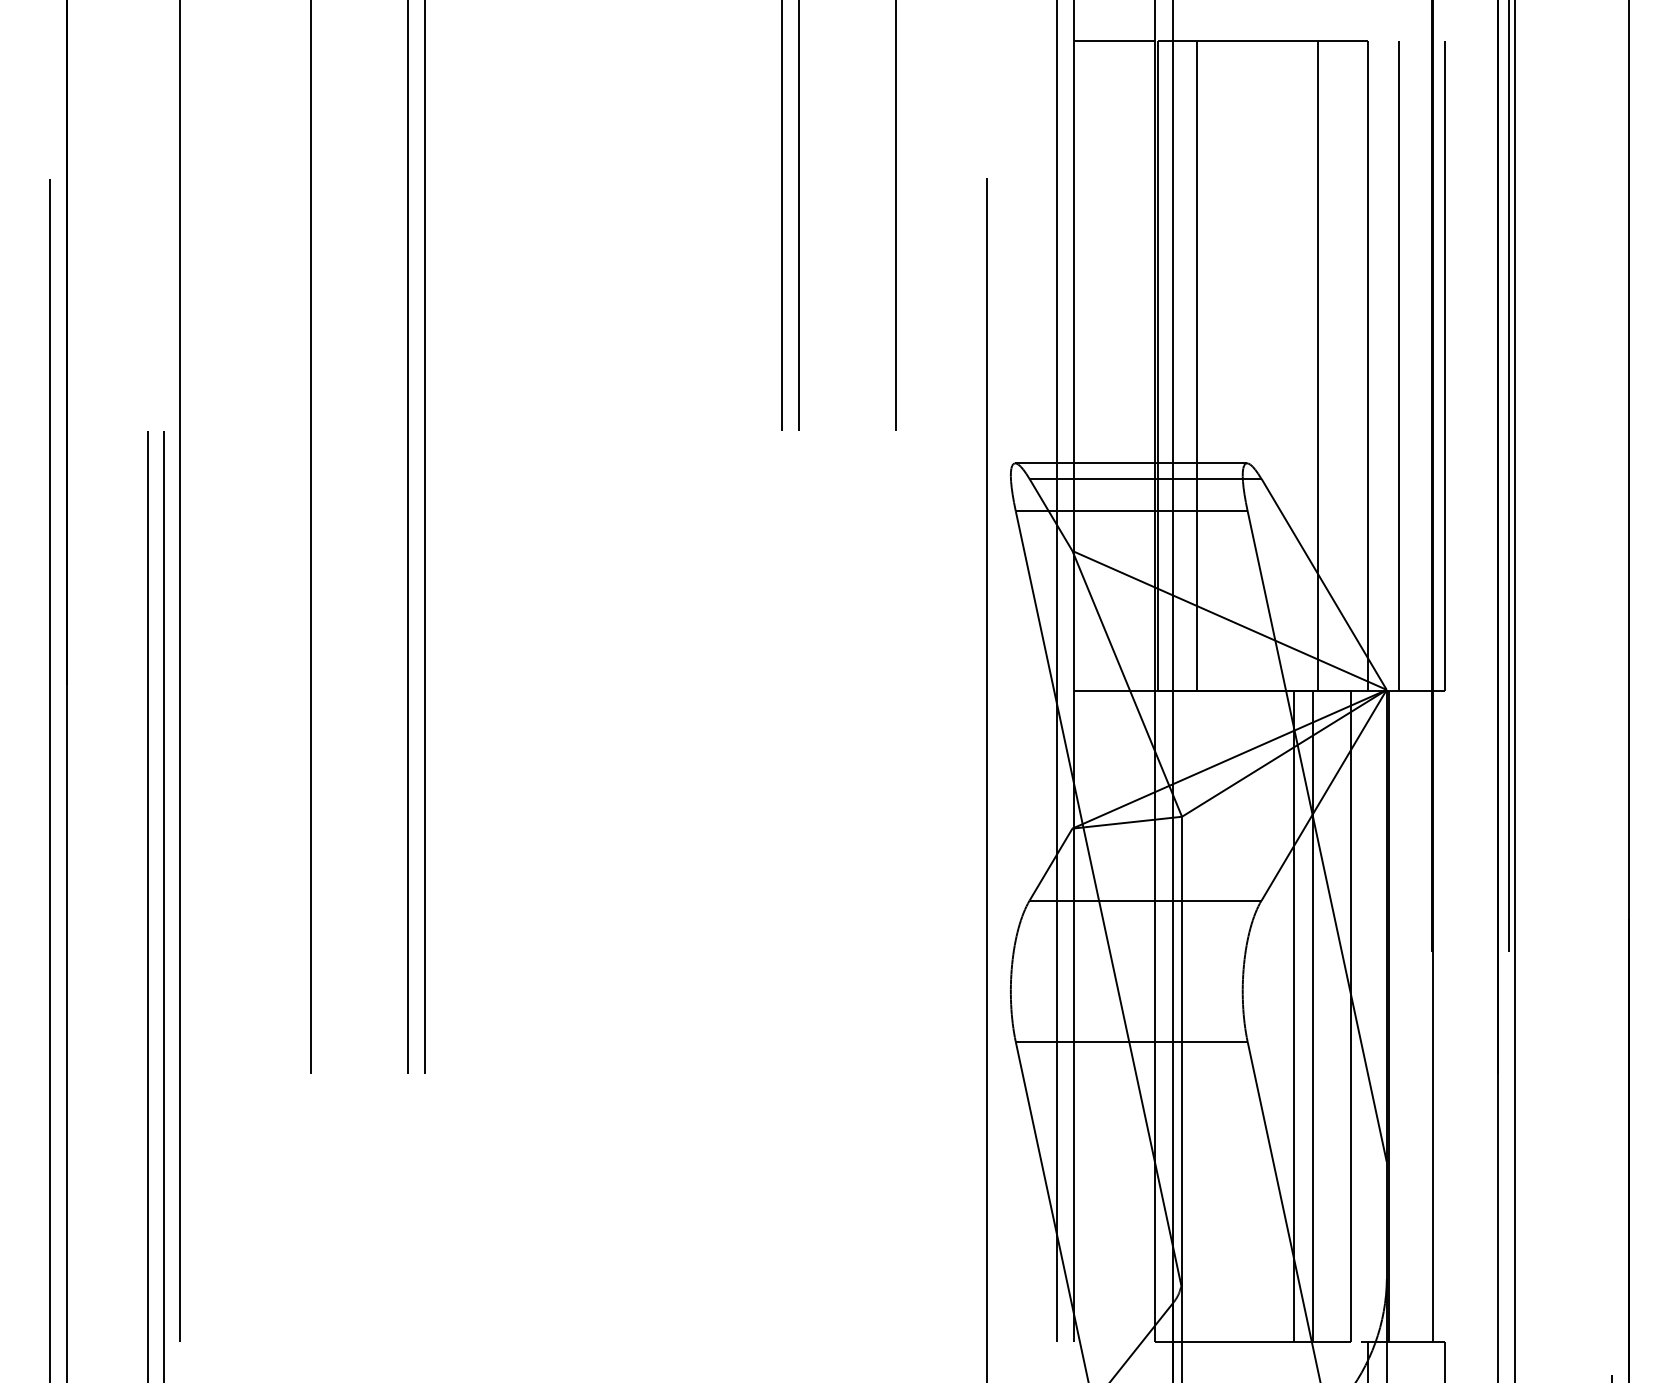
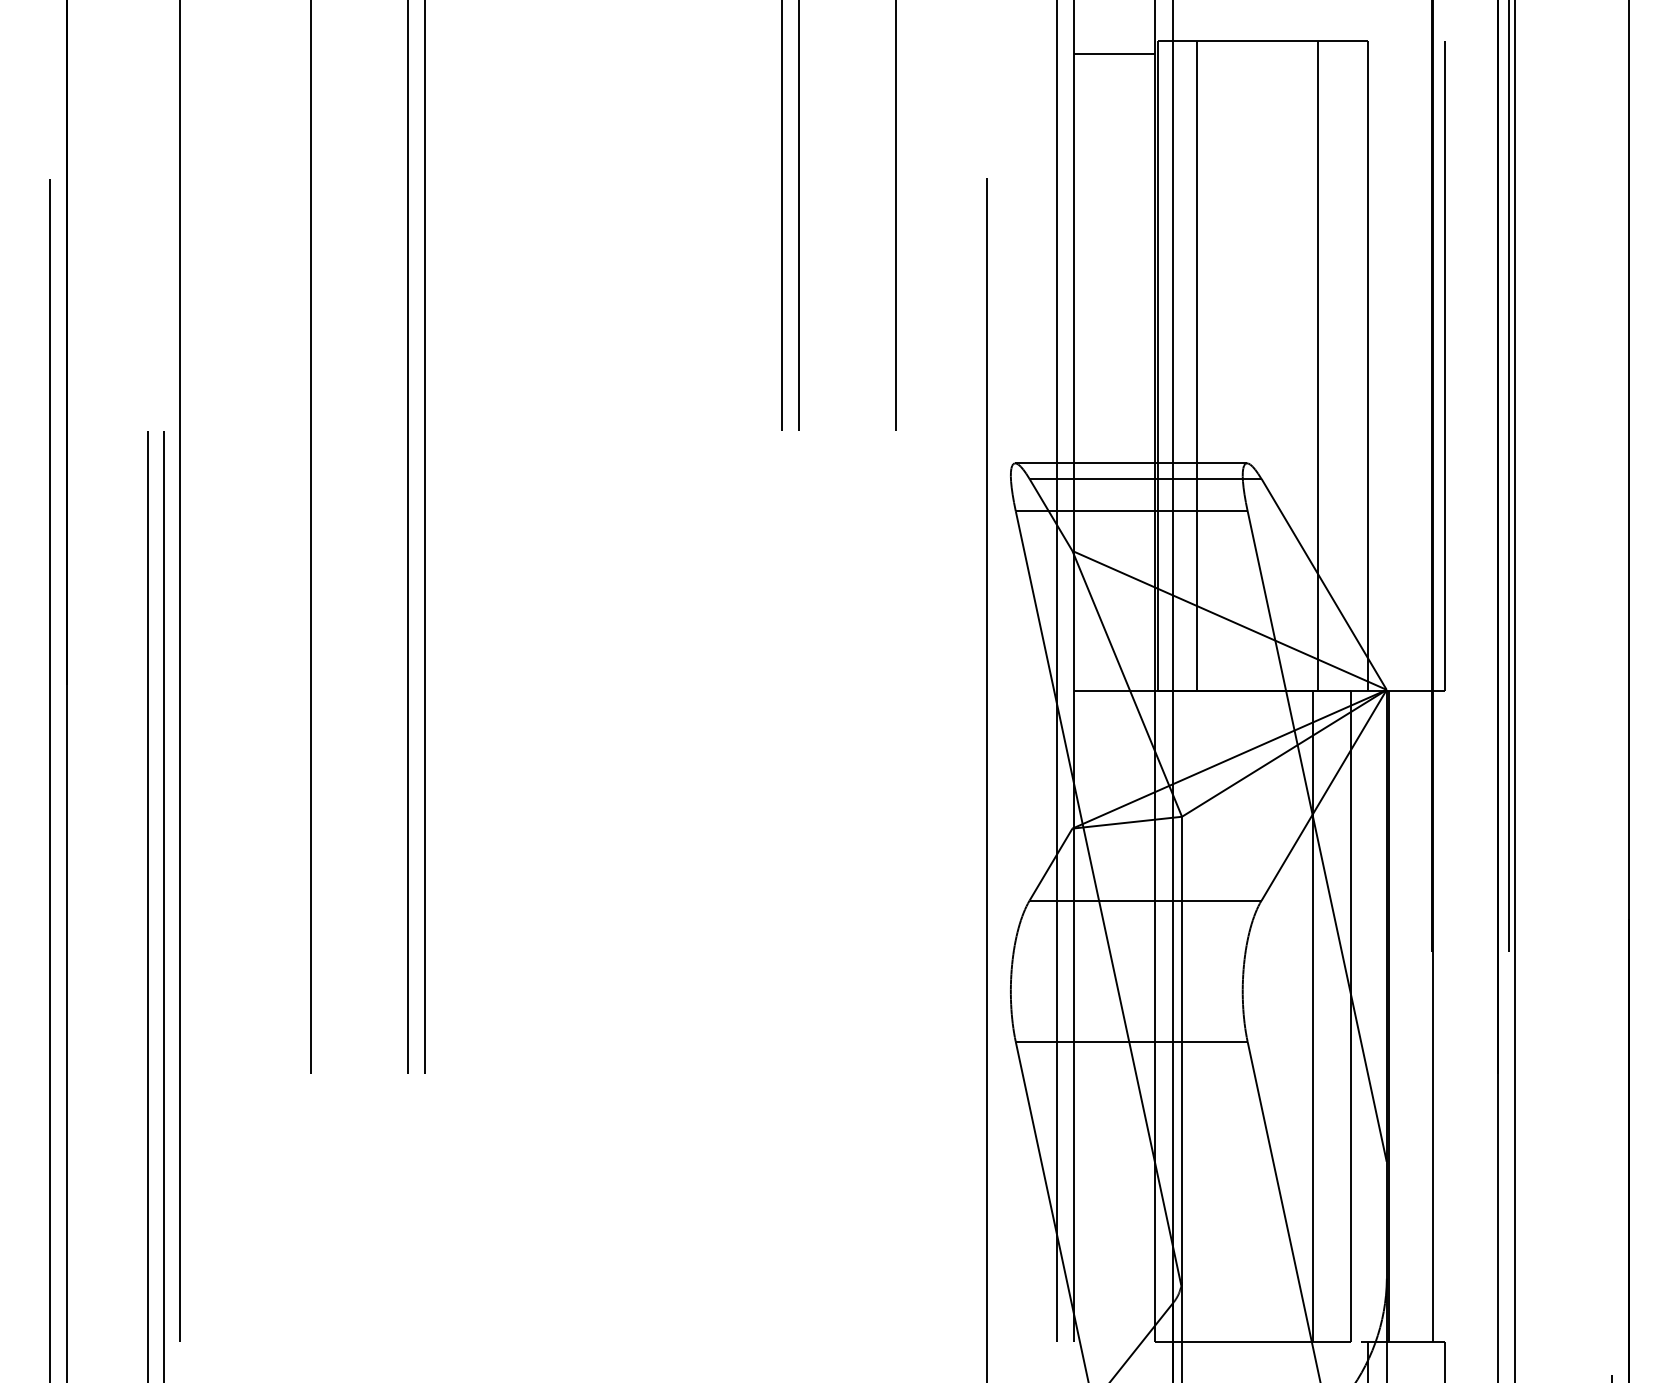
line at (1114, 41) position: (1114, 41) -> (1114, 54)
line at (1398, 366): present -> none
line at (1293, 1016): present -> none
